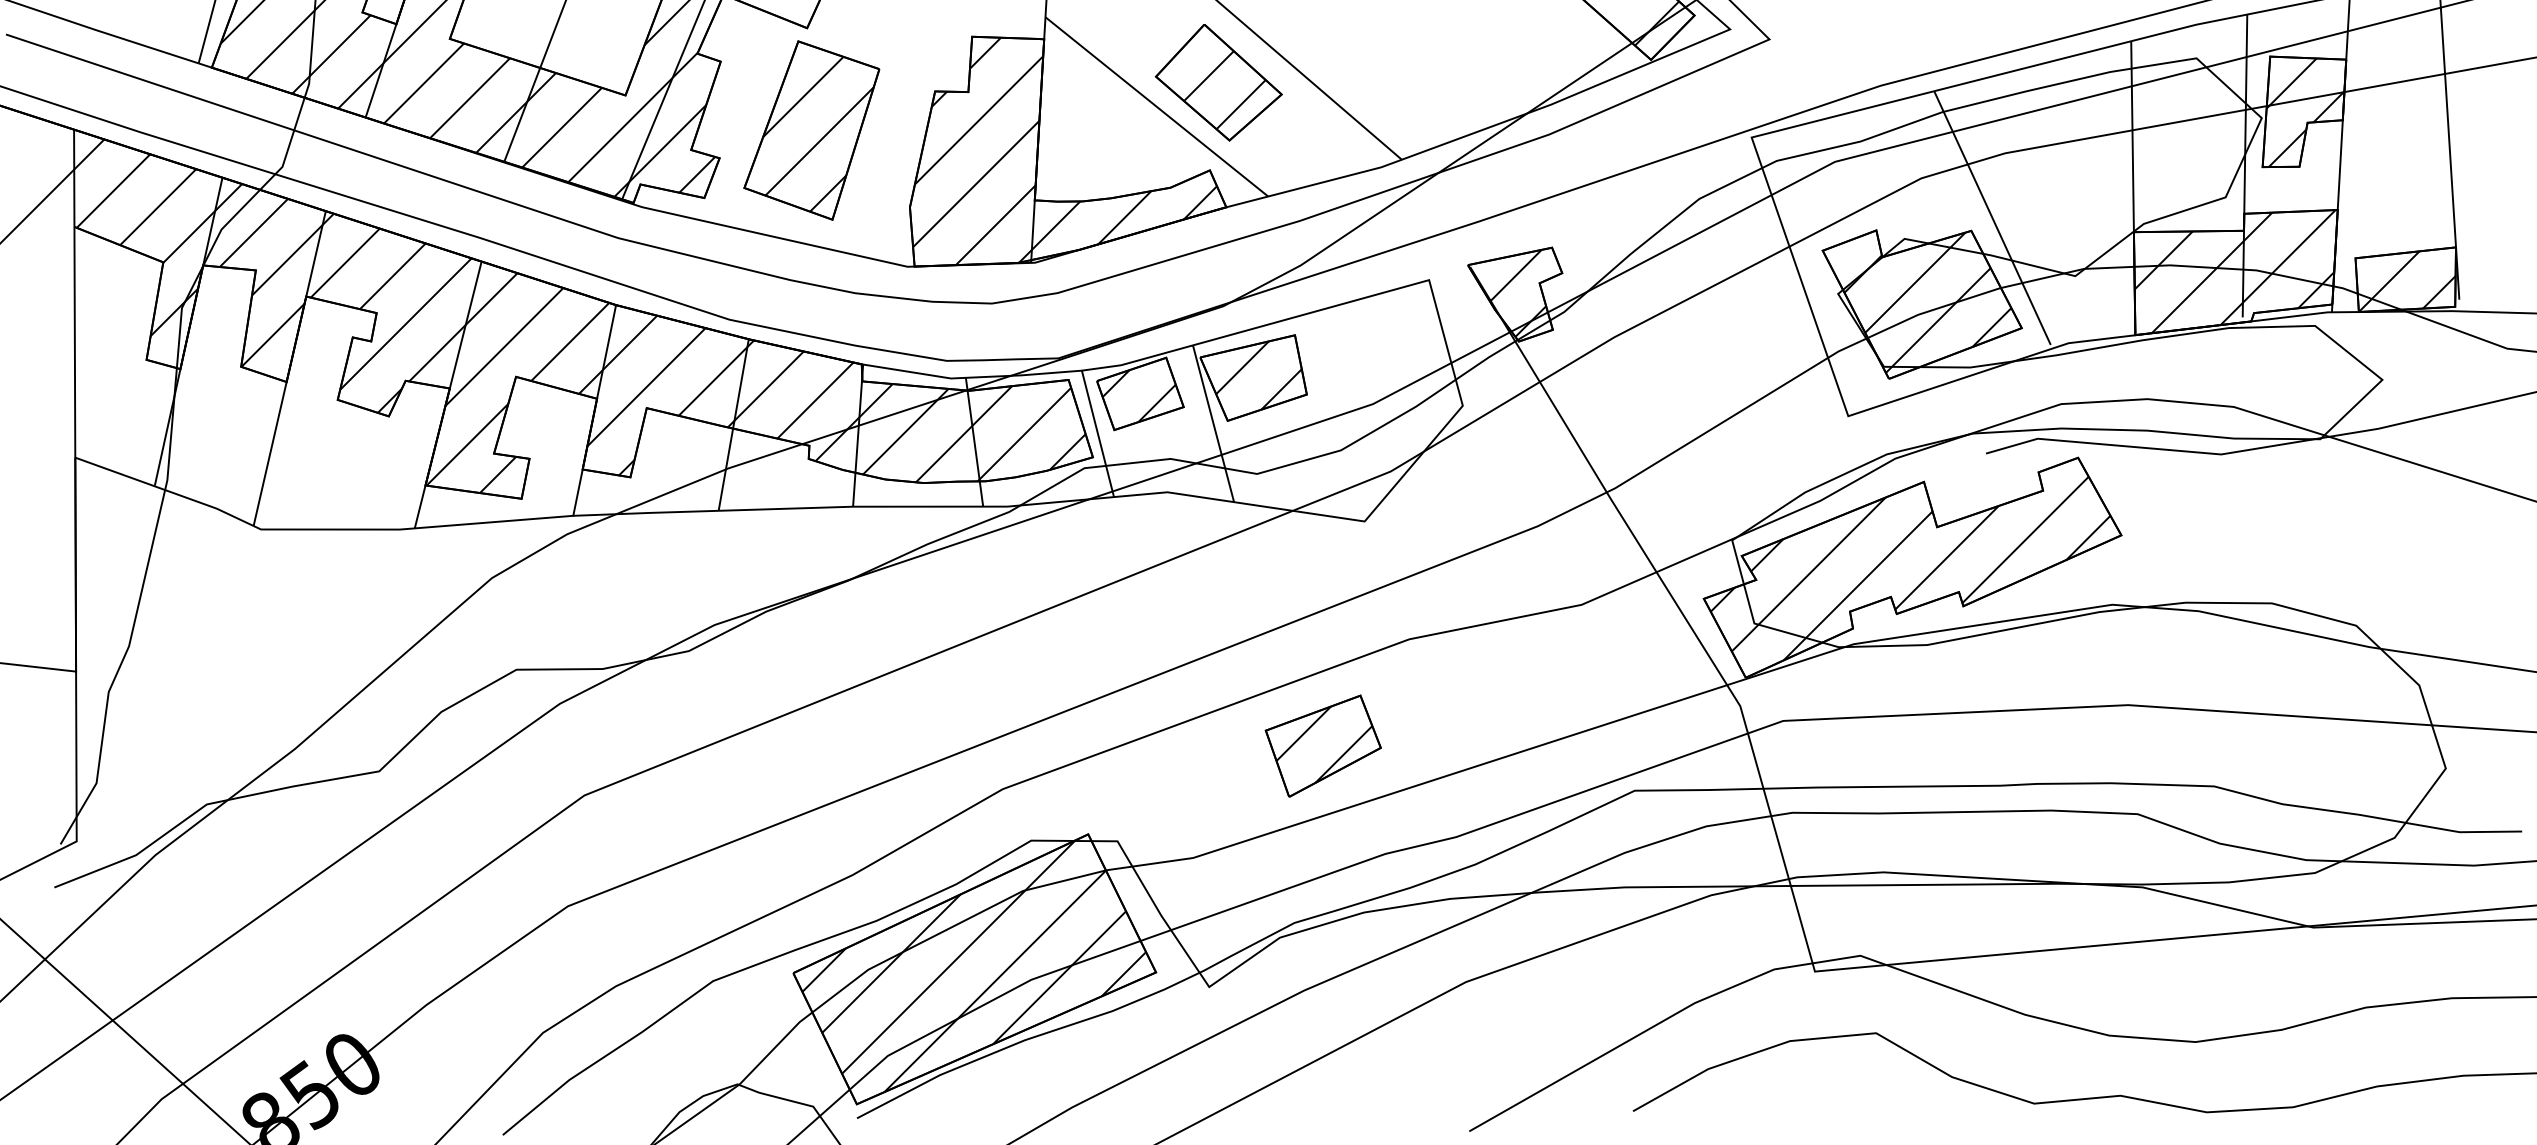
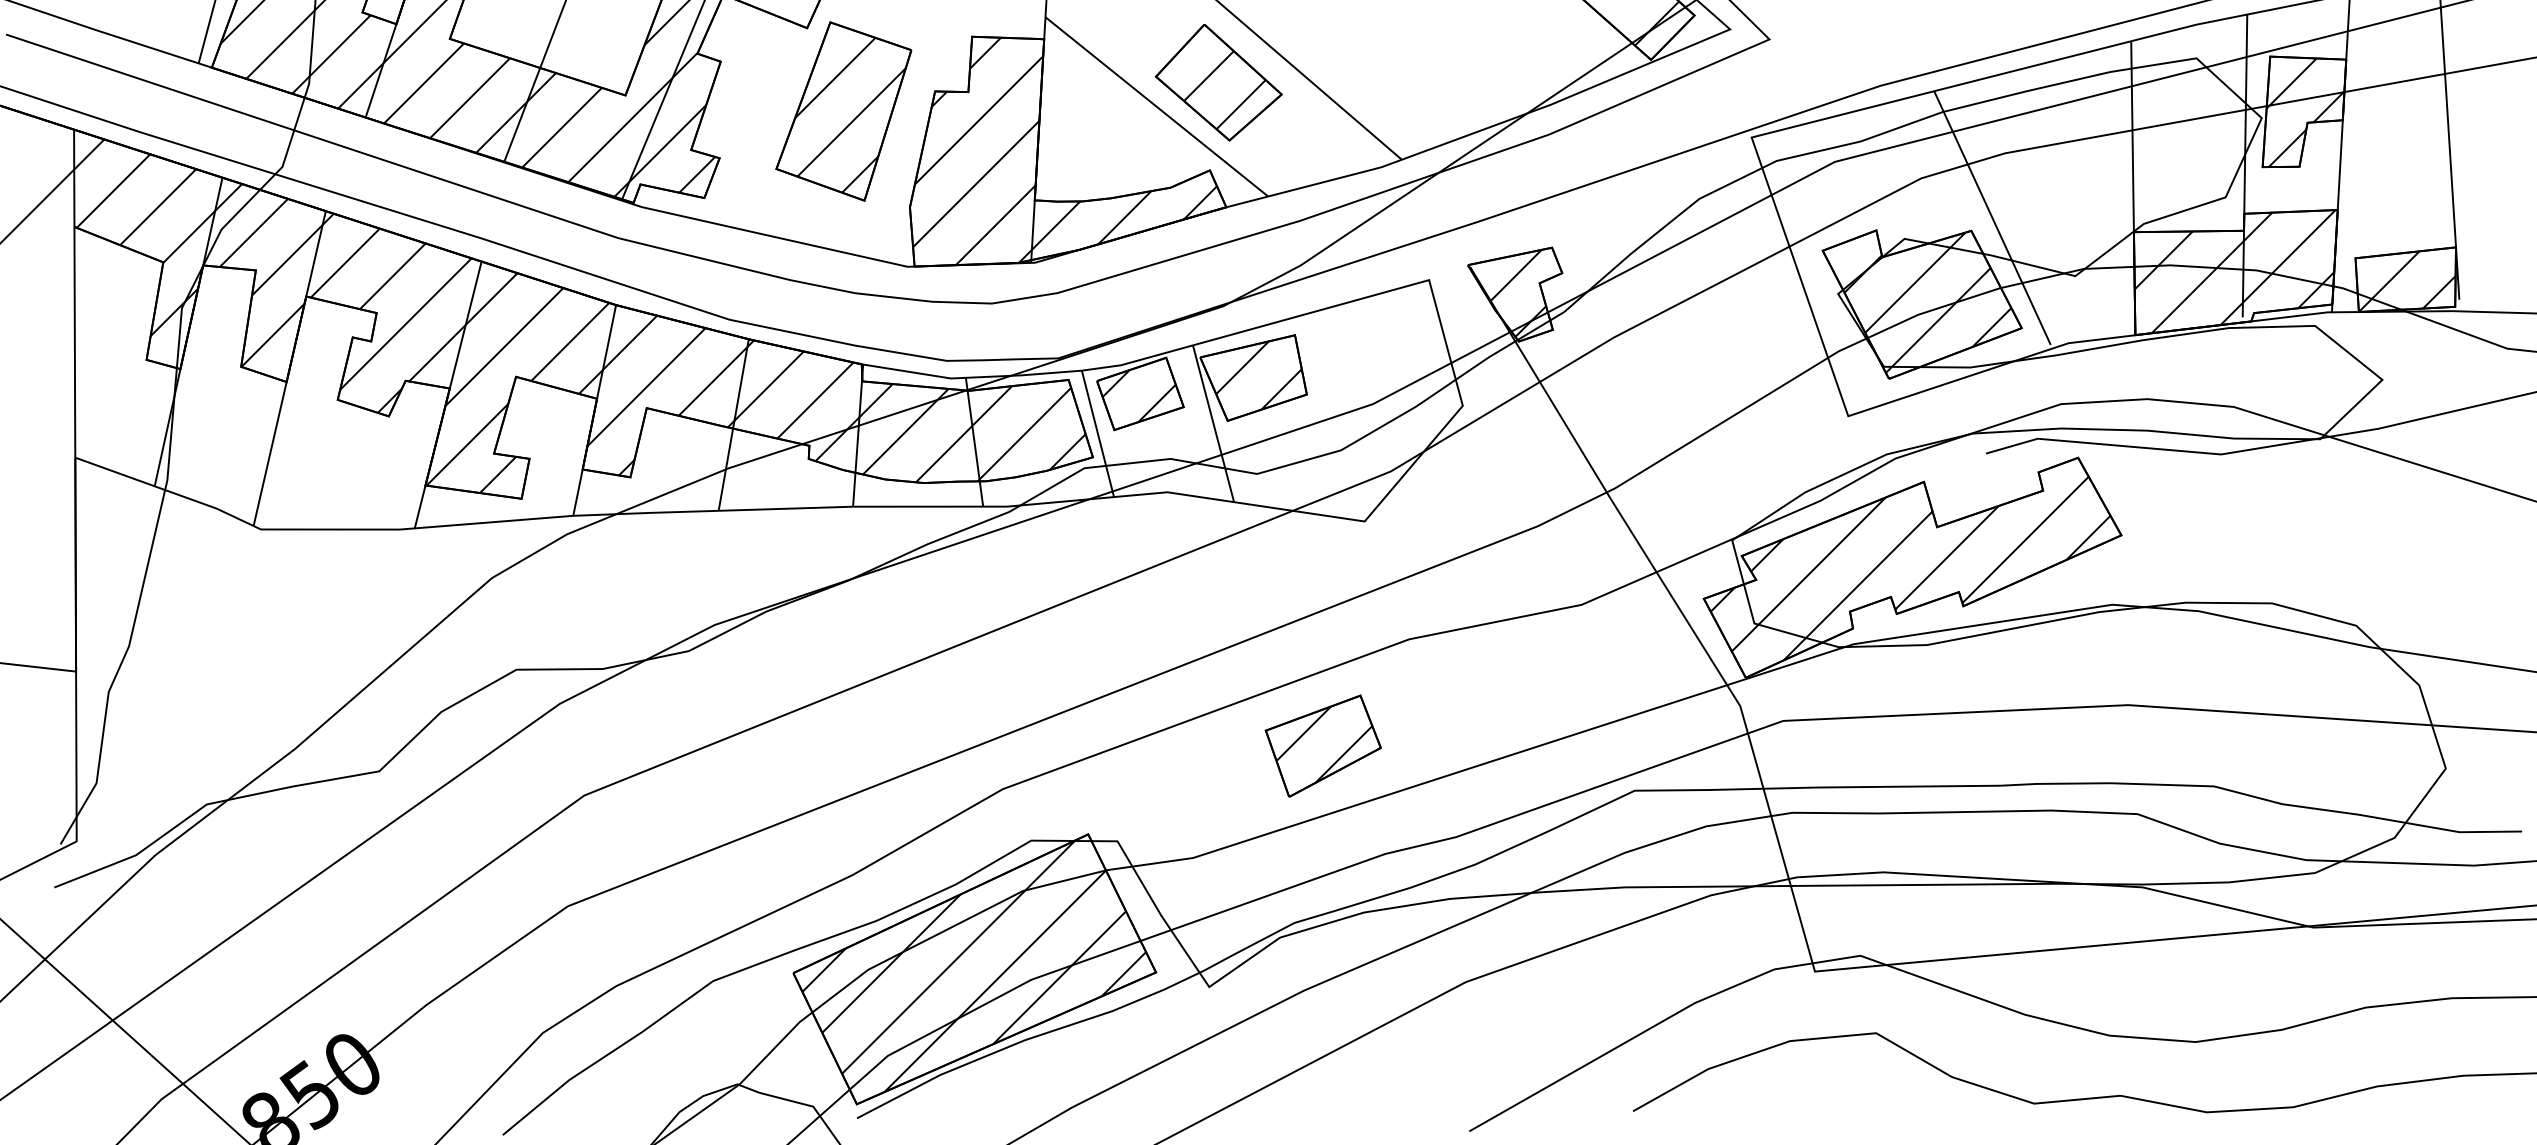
part at (811, 130) position: (811, 130) -> (843, 111)
